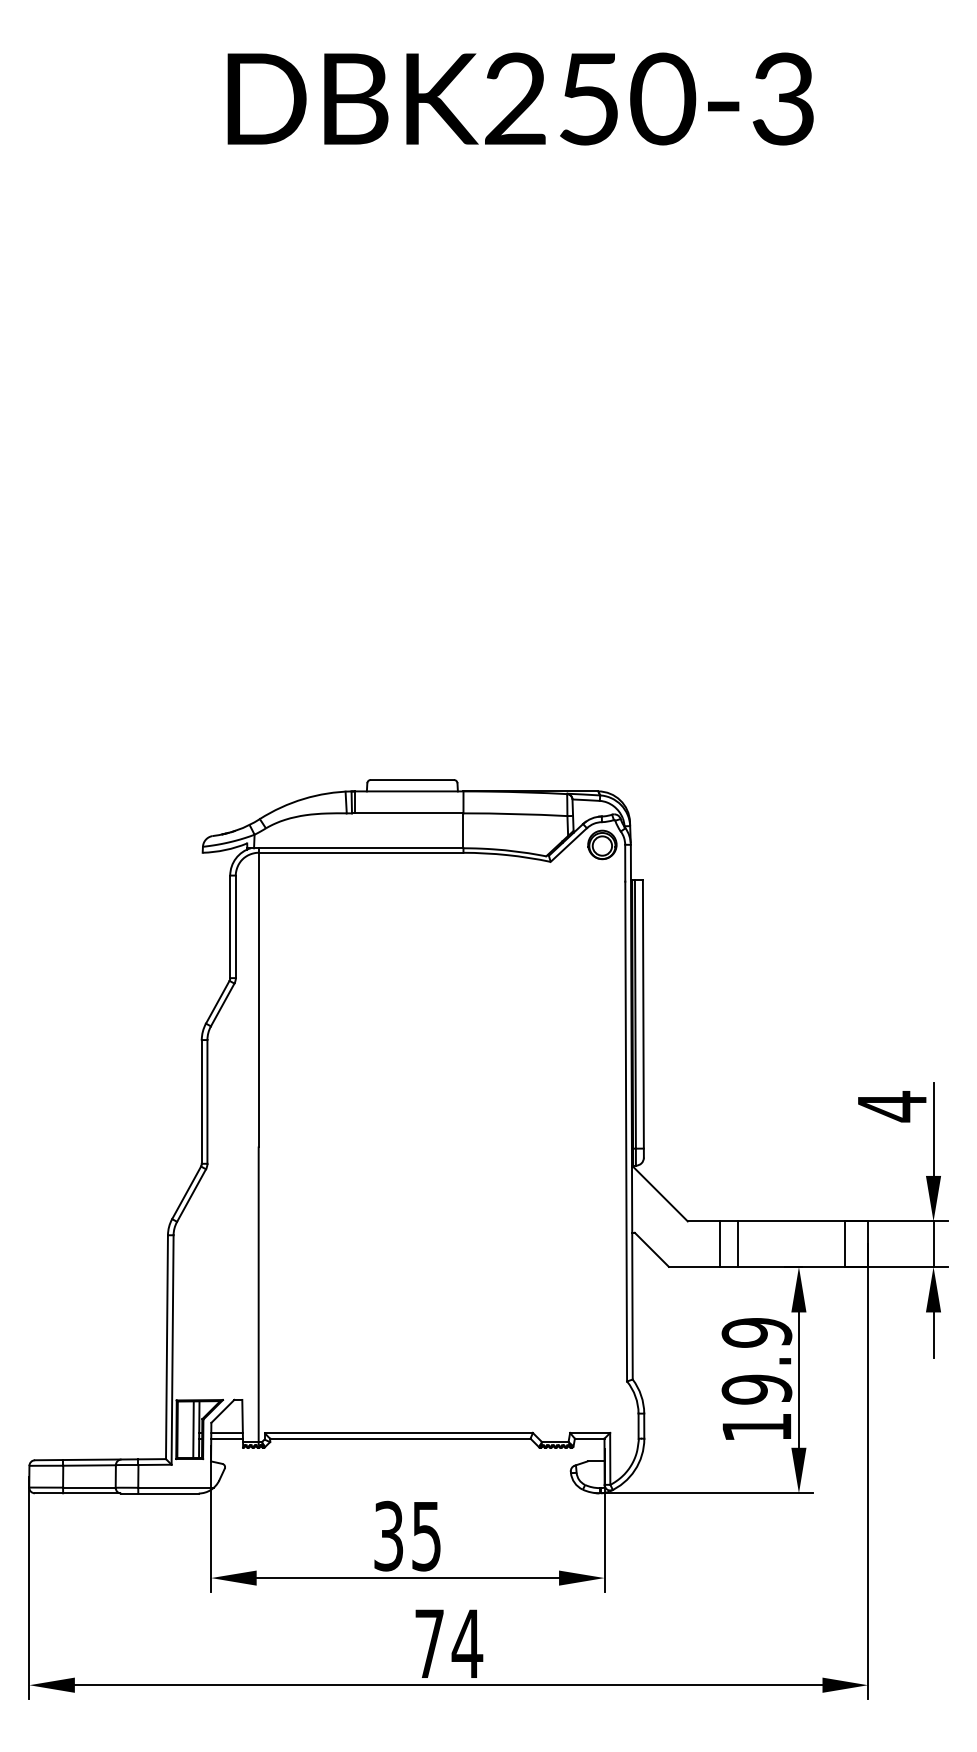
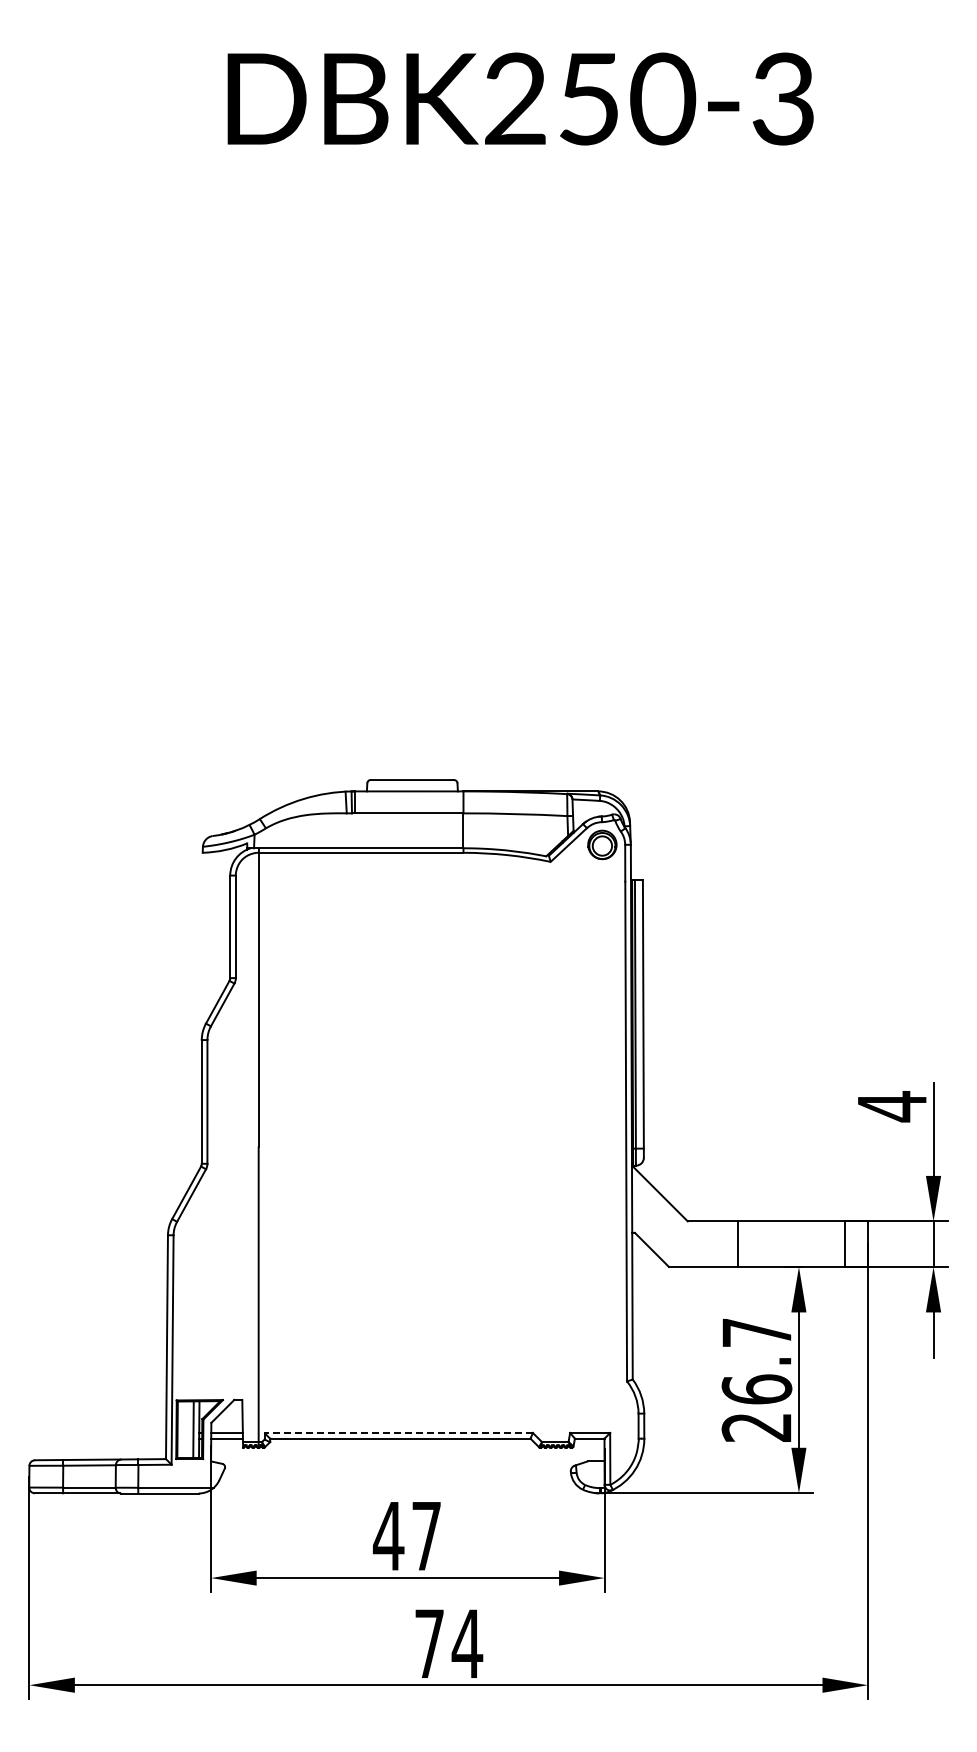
line at (720, 1243): present -> none
text at (756, 1379): 19.9 -> 26.7
line at (398, 1432): solid -> dashed
text at (406, 1535): 35 -> 47
